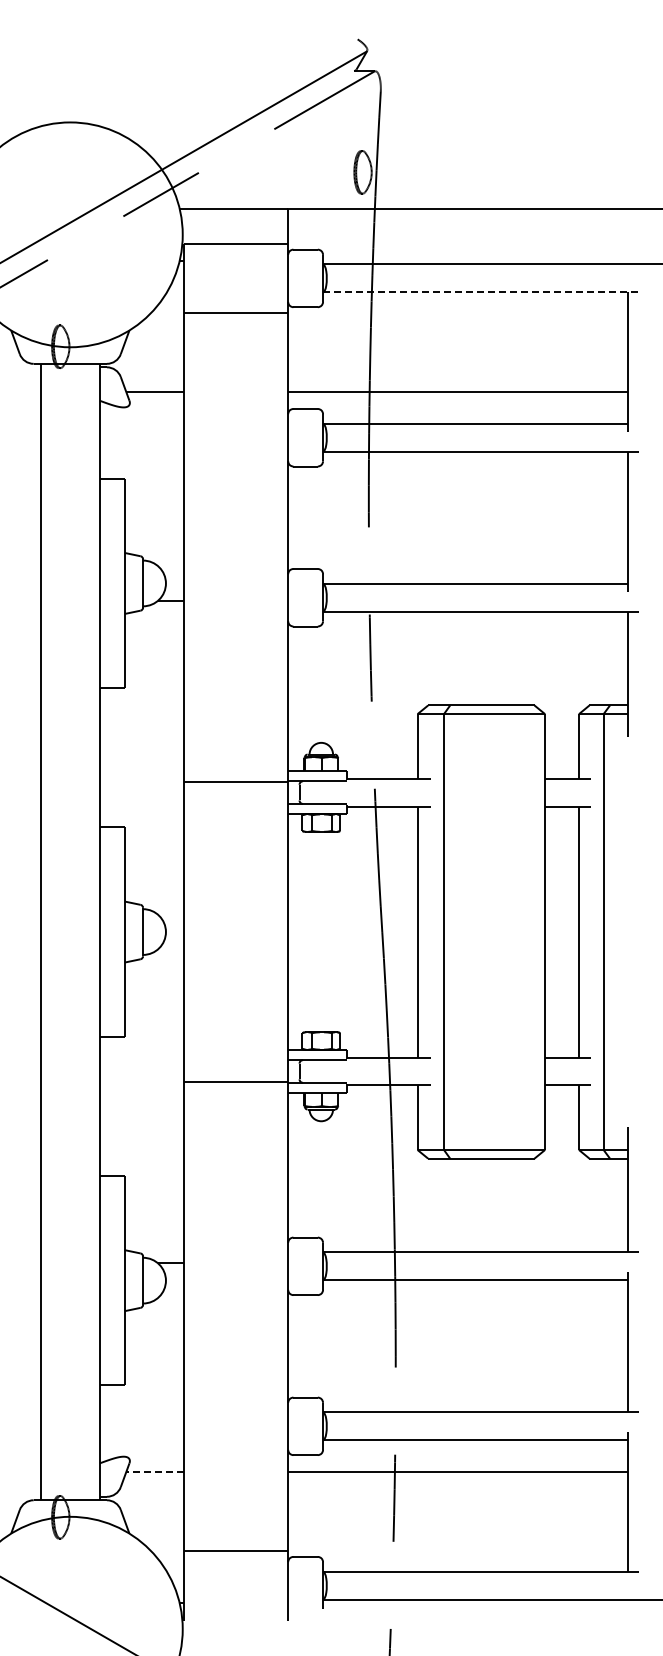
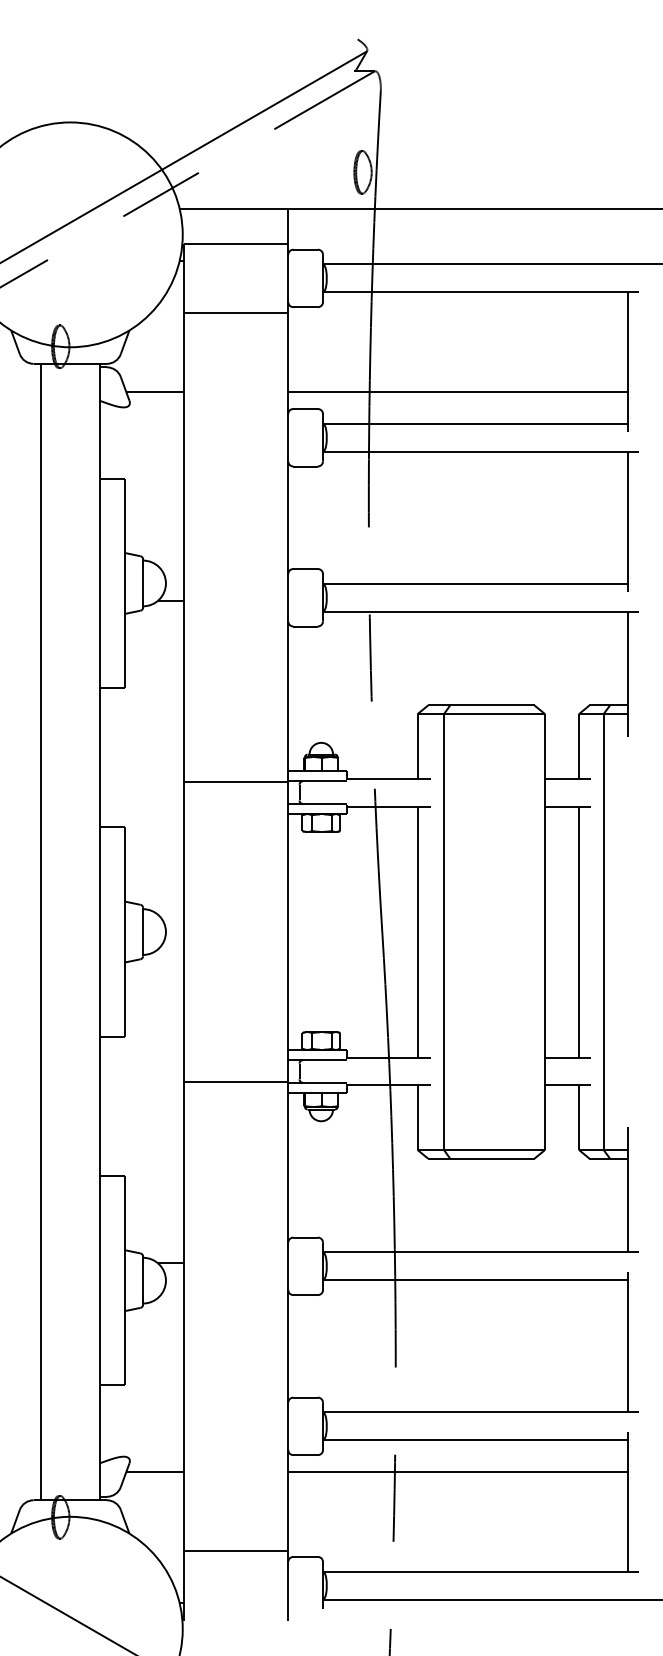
line at (480, 292): dashed -> solid
line at (154, 1472): dashed -> solid
